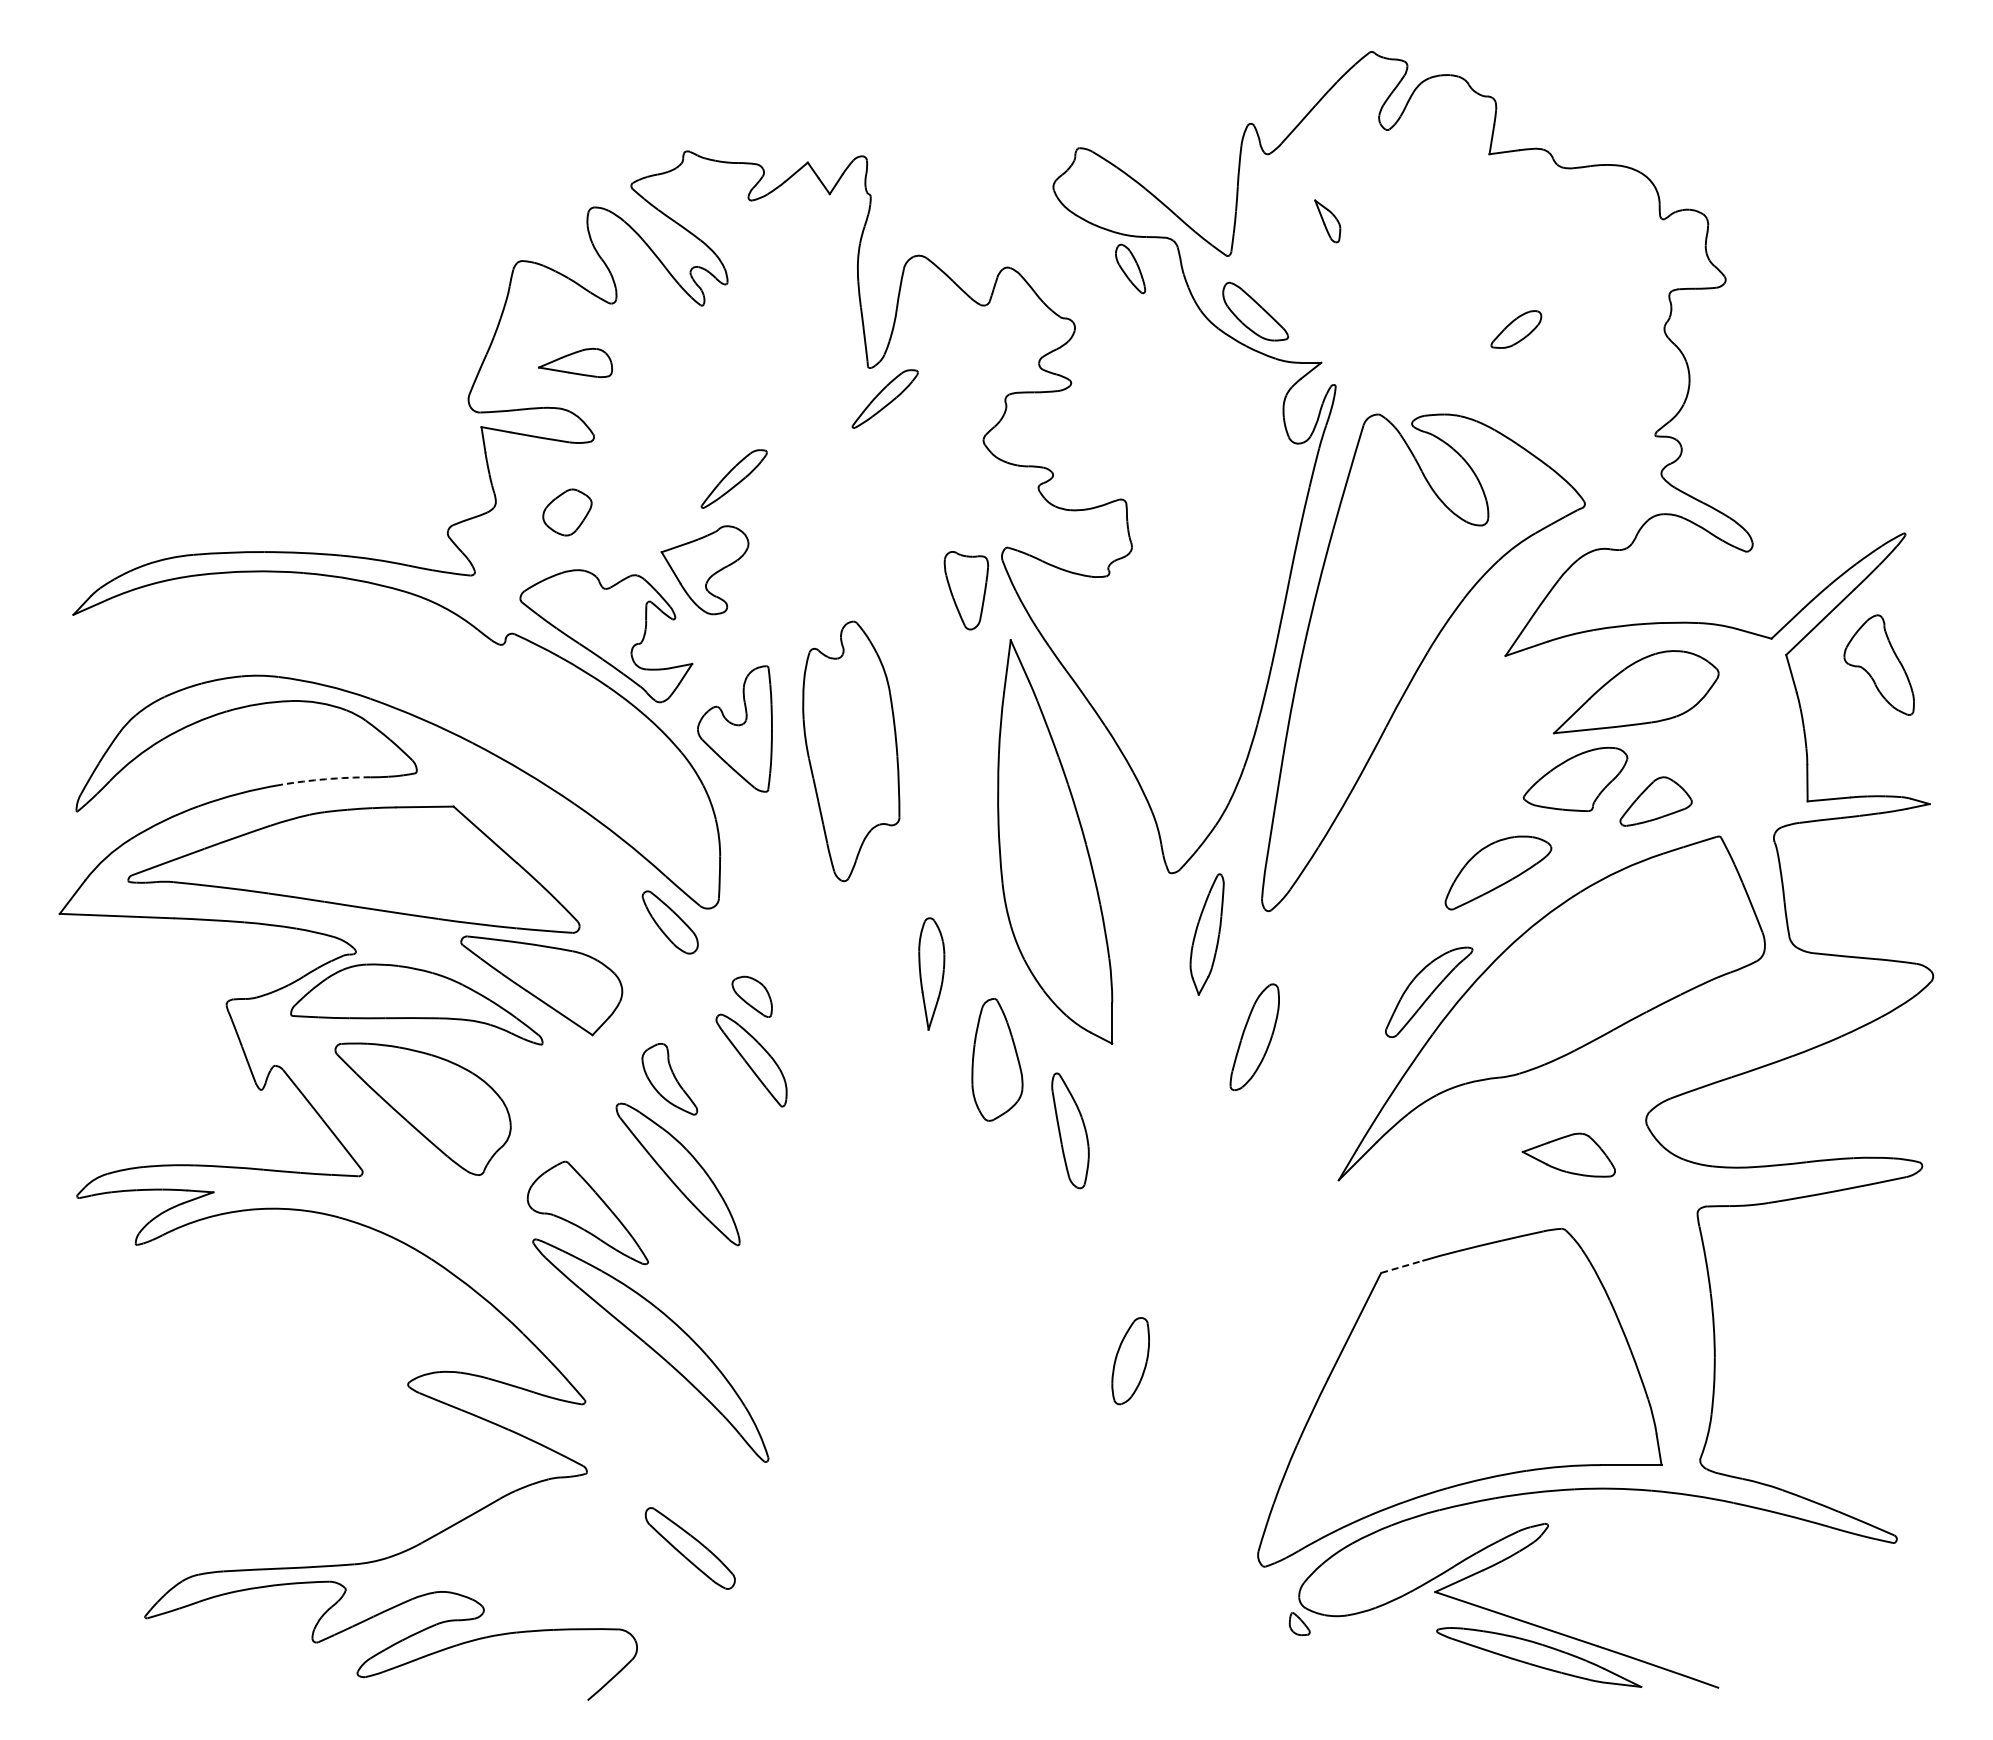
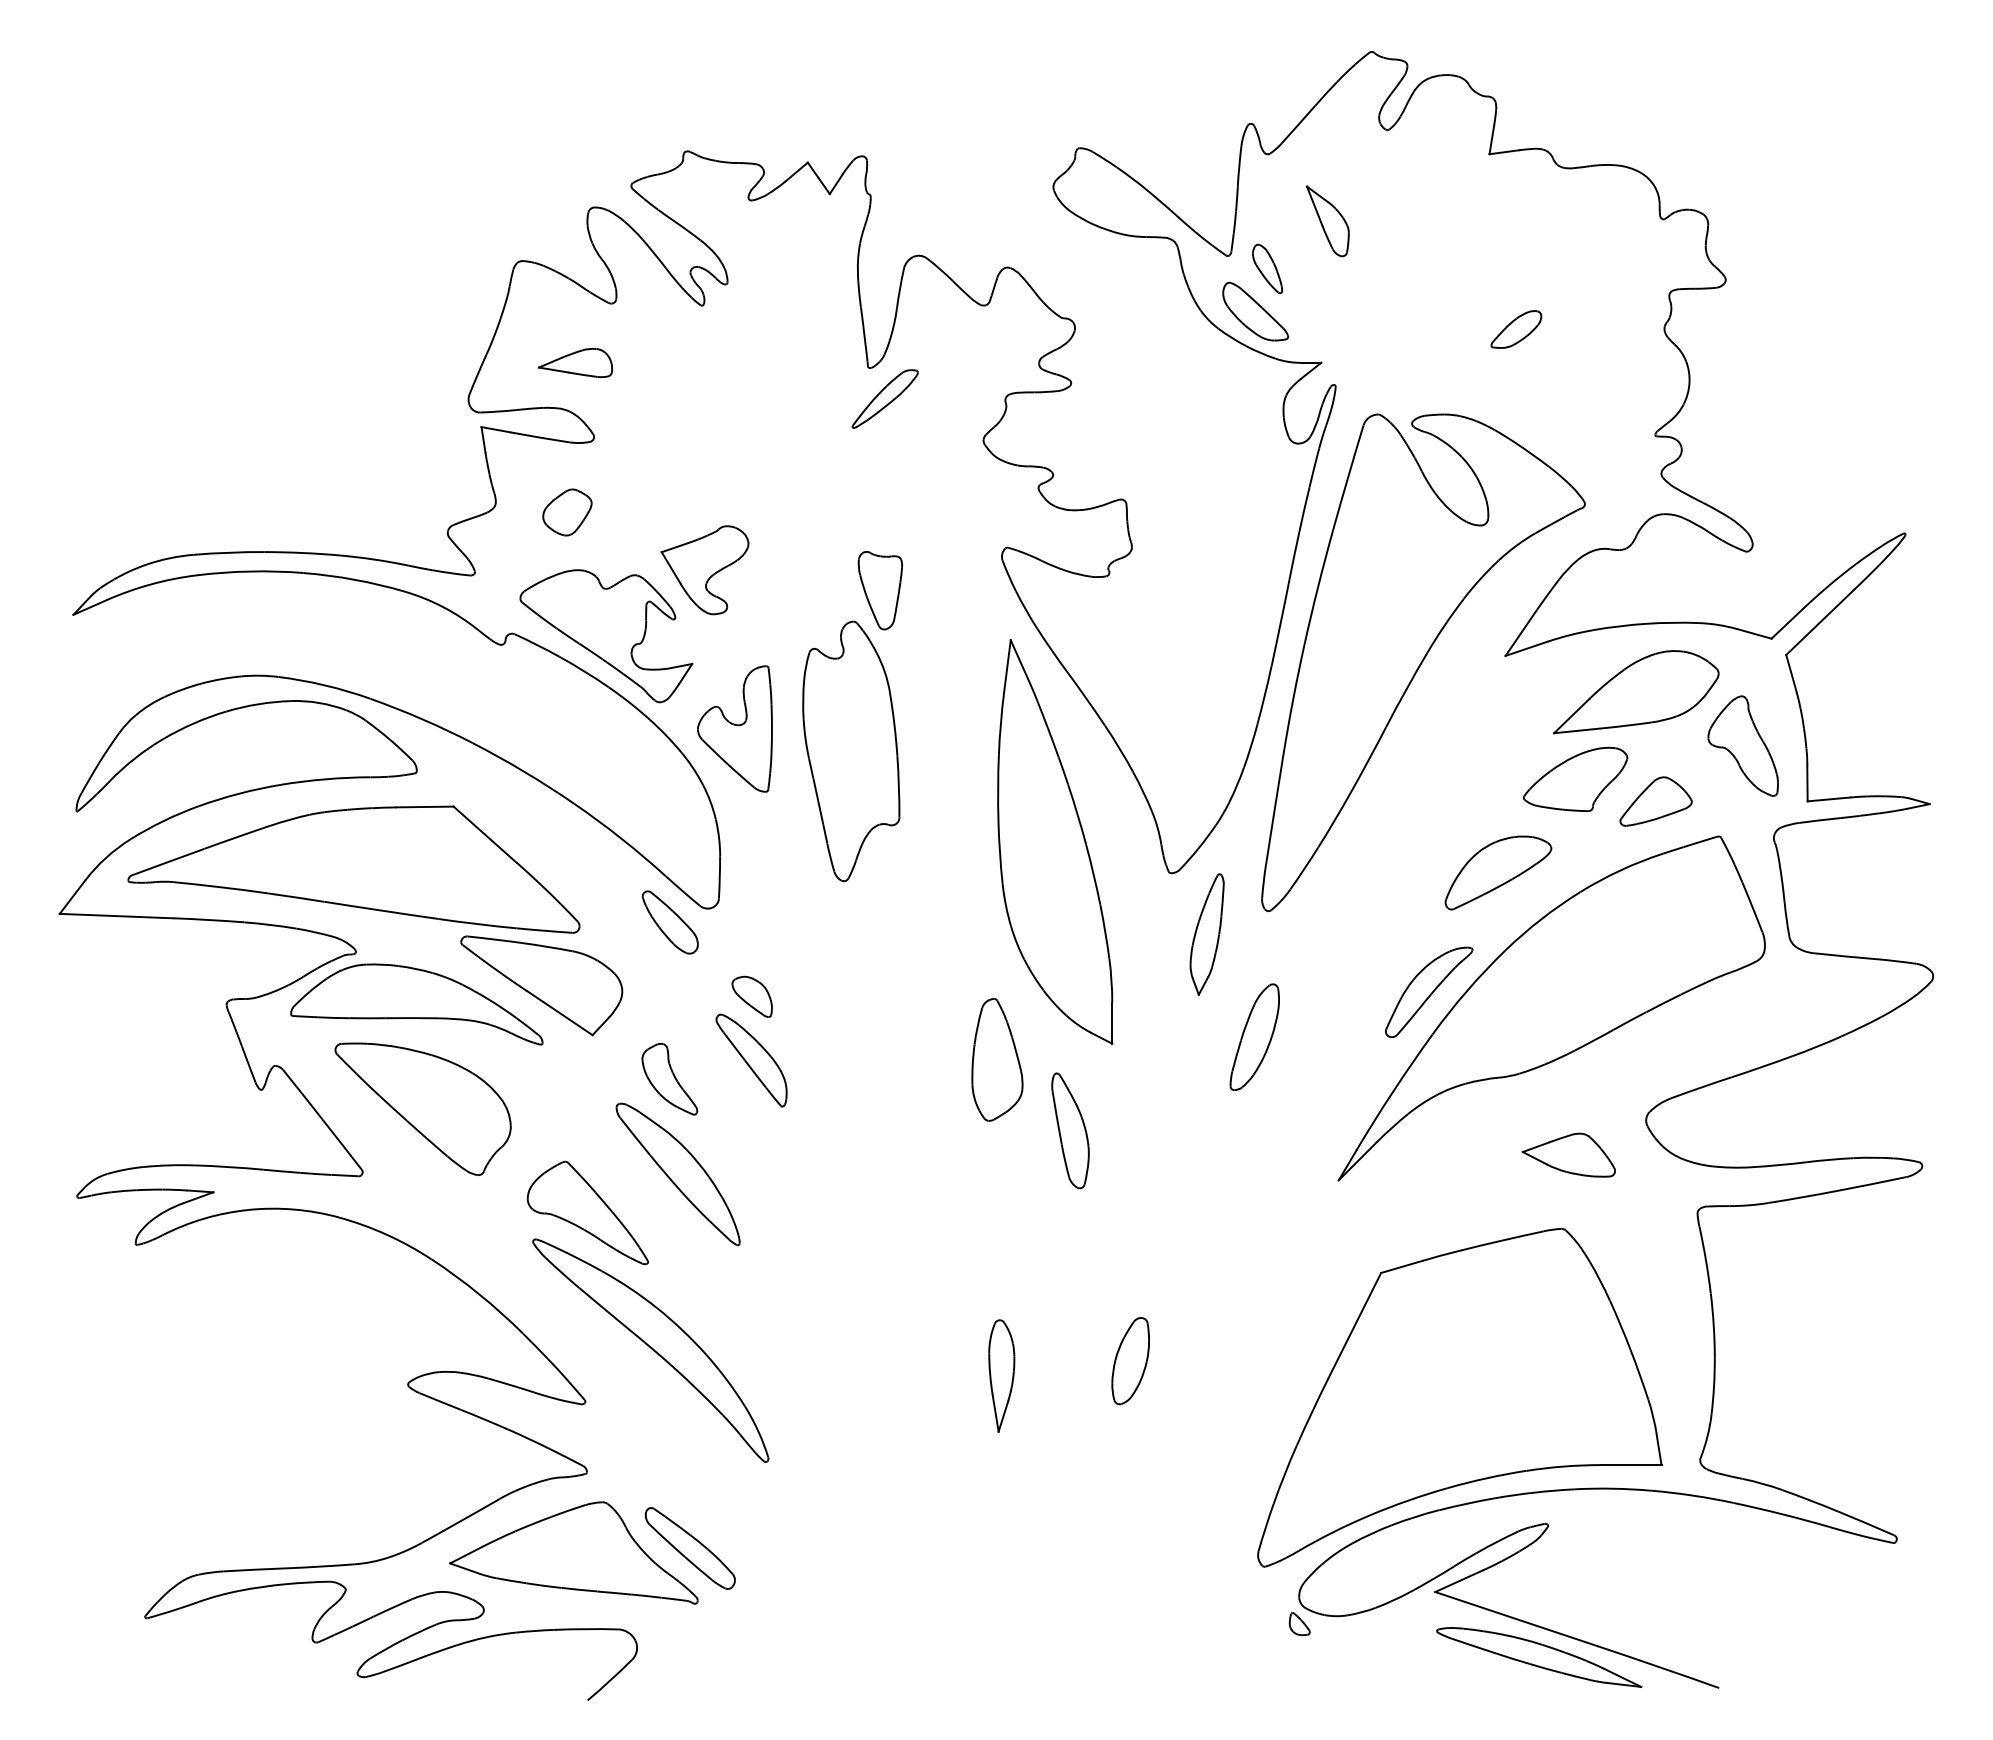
part at (1327, 221) size: 28x45 px -> 45x73 px
part at (1130, 268) position: (1130, 268) -> (1267, 268)
part at (733, 478): present -> none
part at (966, 590) position: (966, 590) -> (880, 590)
part at (1878, 664) position: (1878, 664) -> (1742, 745)
arc at (325, 779): dashed -> solid
part at (931, 973) position: (931, 973) -> (1001, 1375)
line at (1402, 1266): dashed -> solid
part at (573, 1552): none -> present
